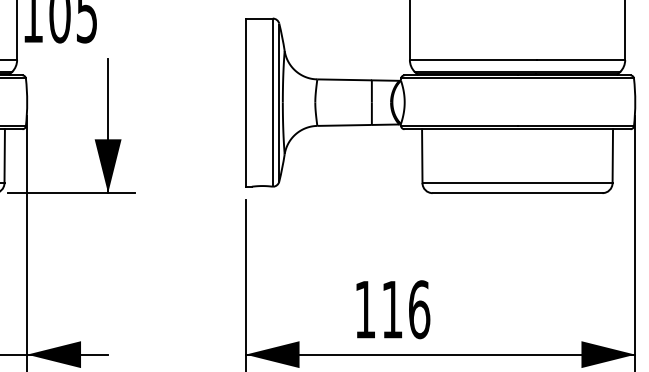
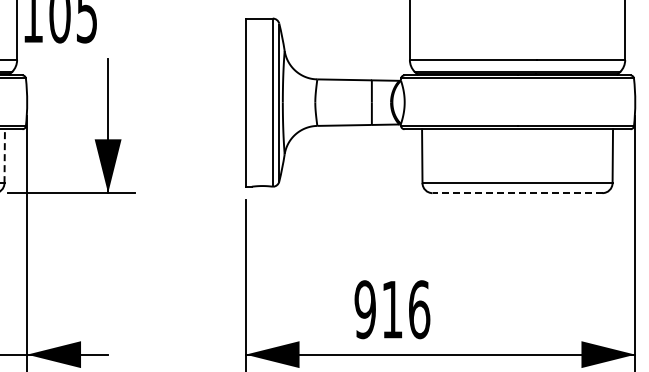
line at (4, 156): solid -> dashed
line at (517, 193): solid -> dashed
text at (364, 309): 116 -> 916
